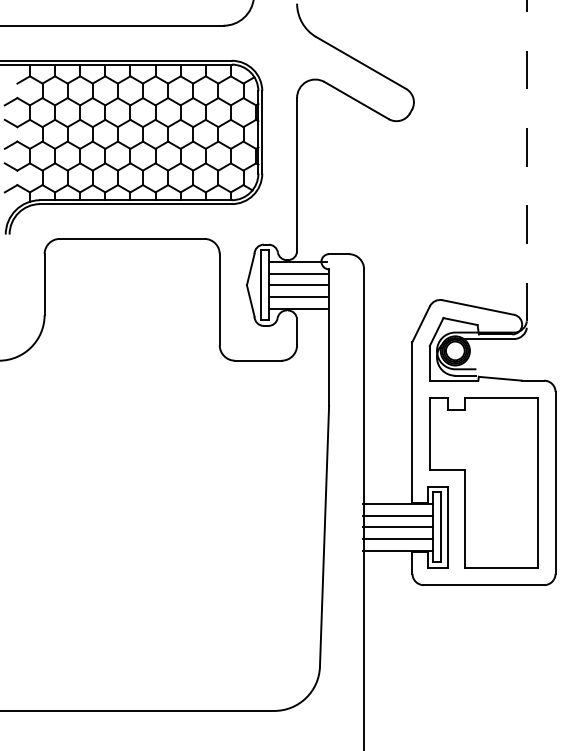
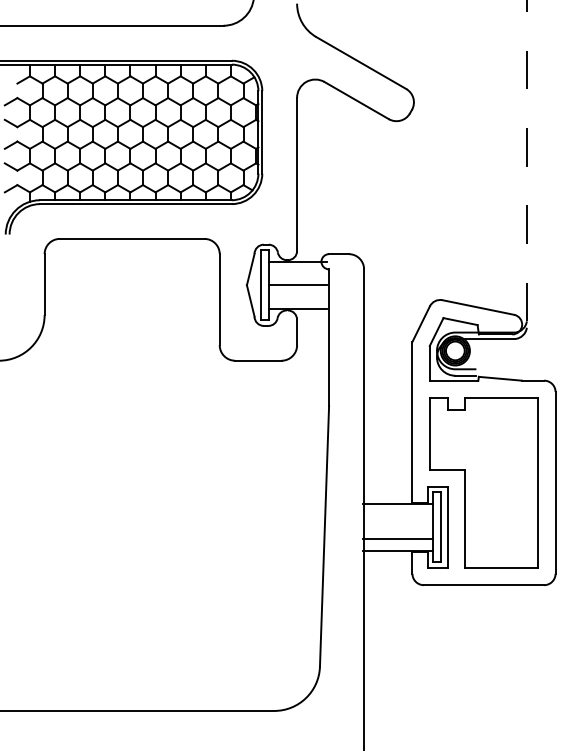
line at (297, 273): present -> none
line at (297, 297): present -> none
line at (397, 515): present -> none
line at (397, 527): present -> none
